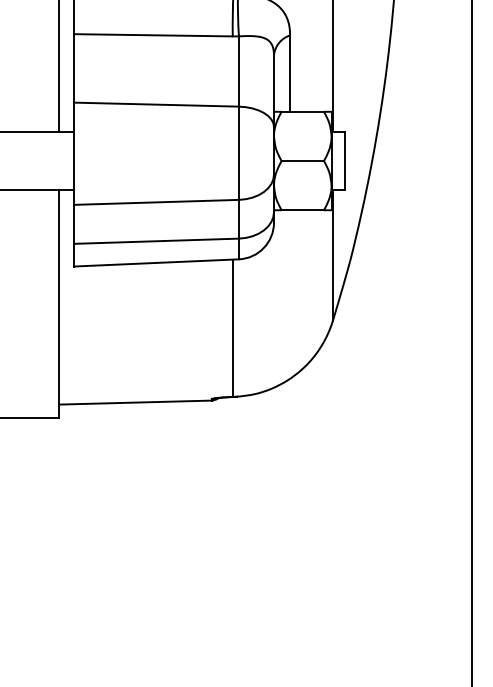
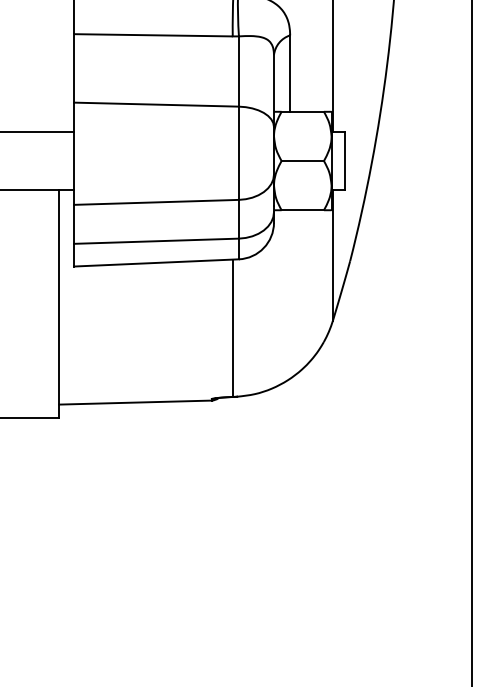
line at (59, 66): present -> none
